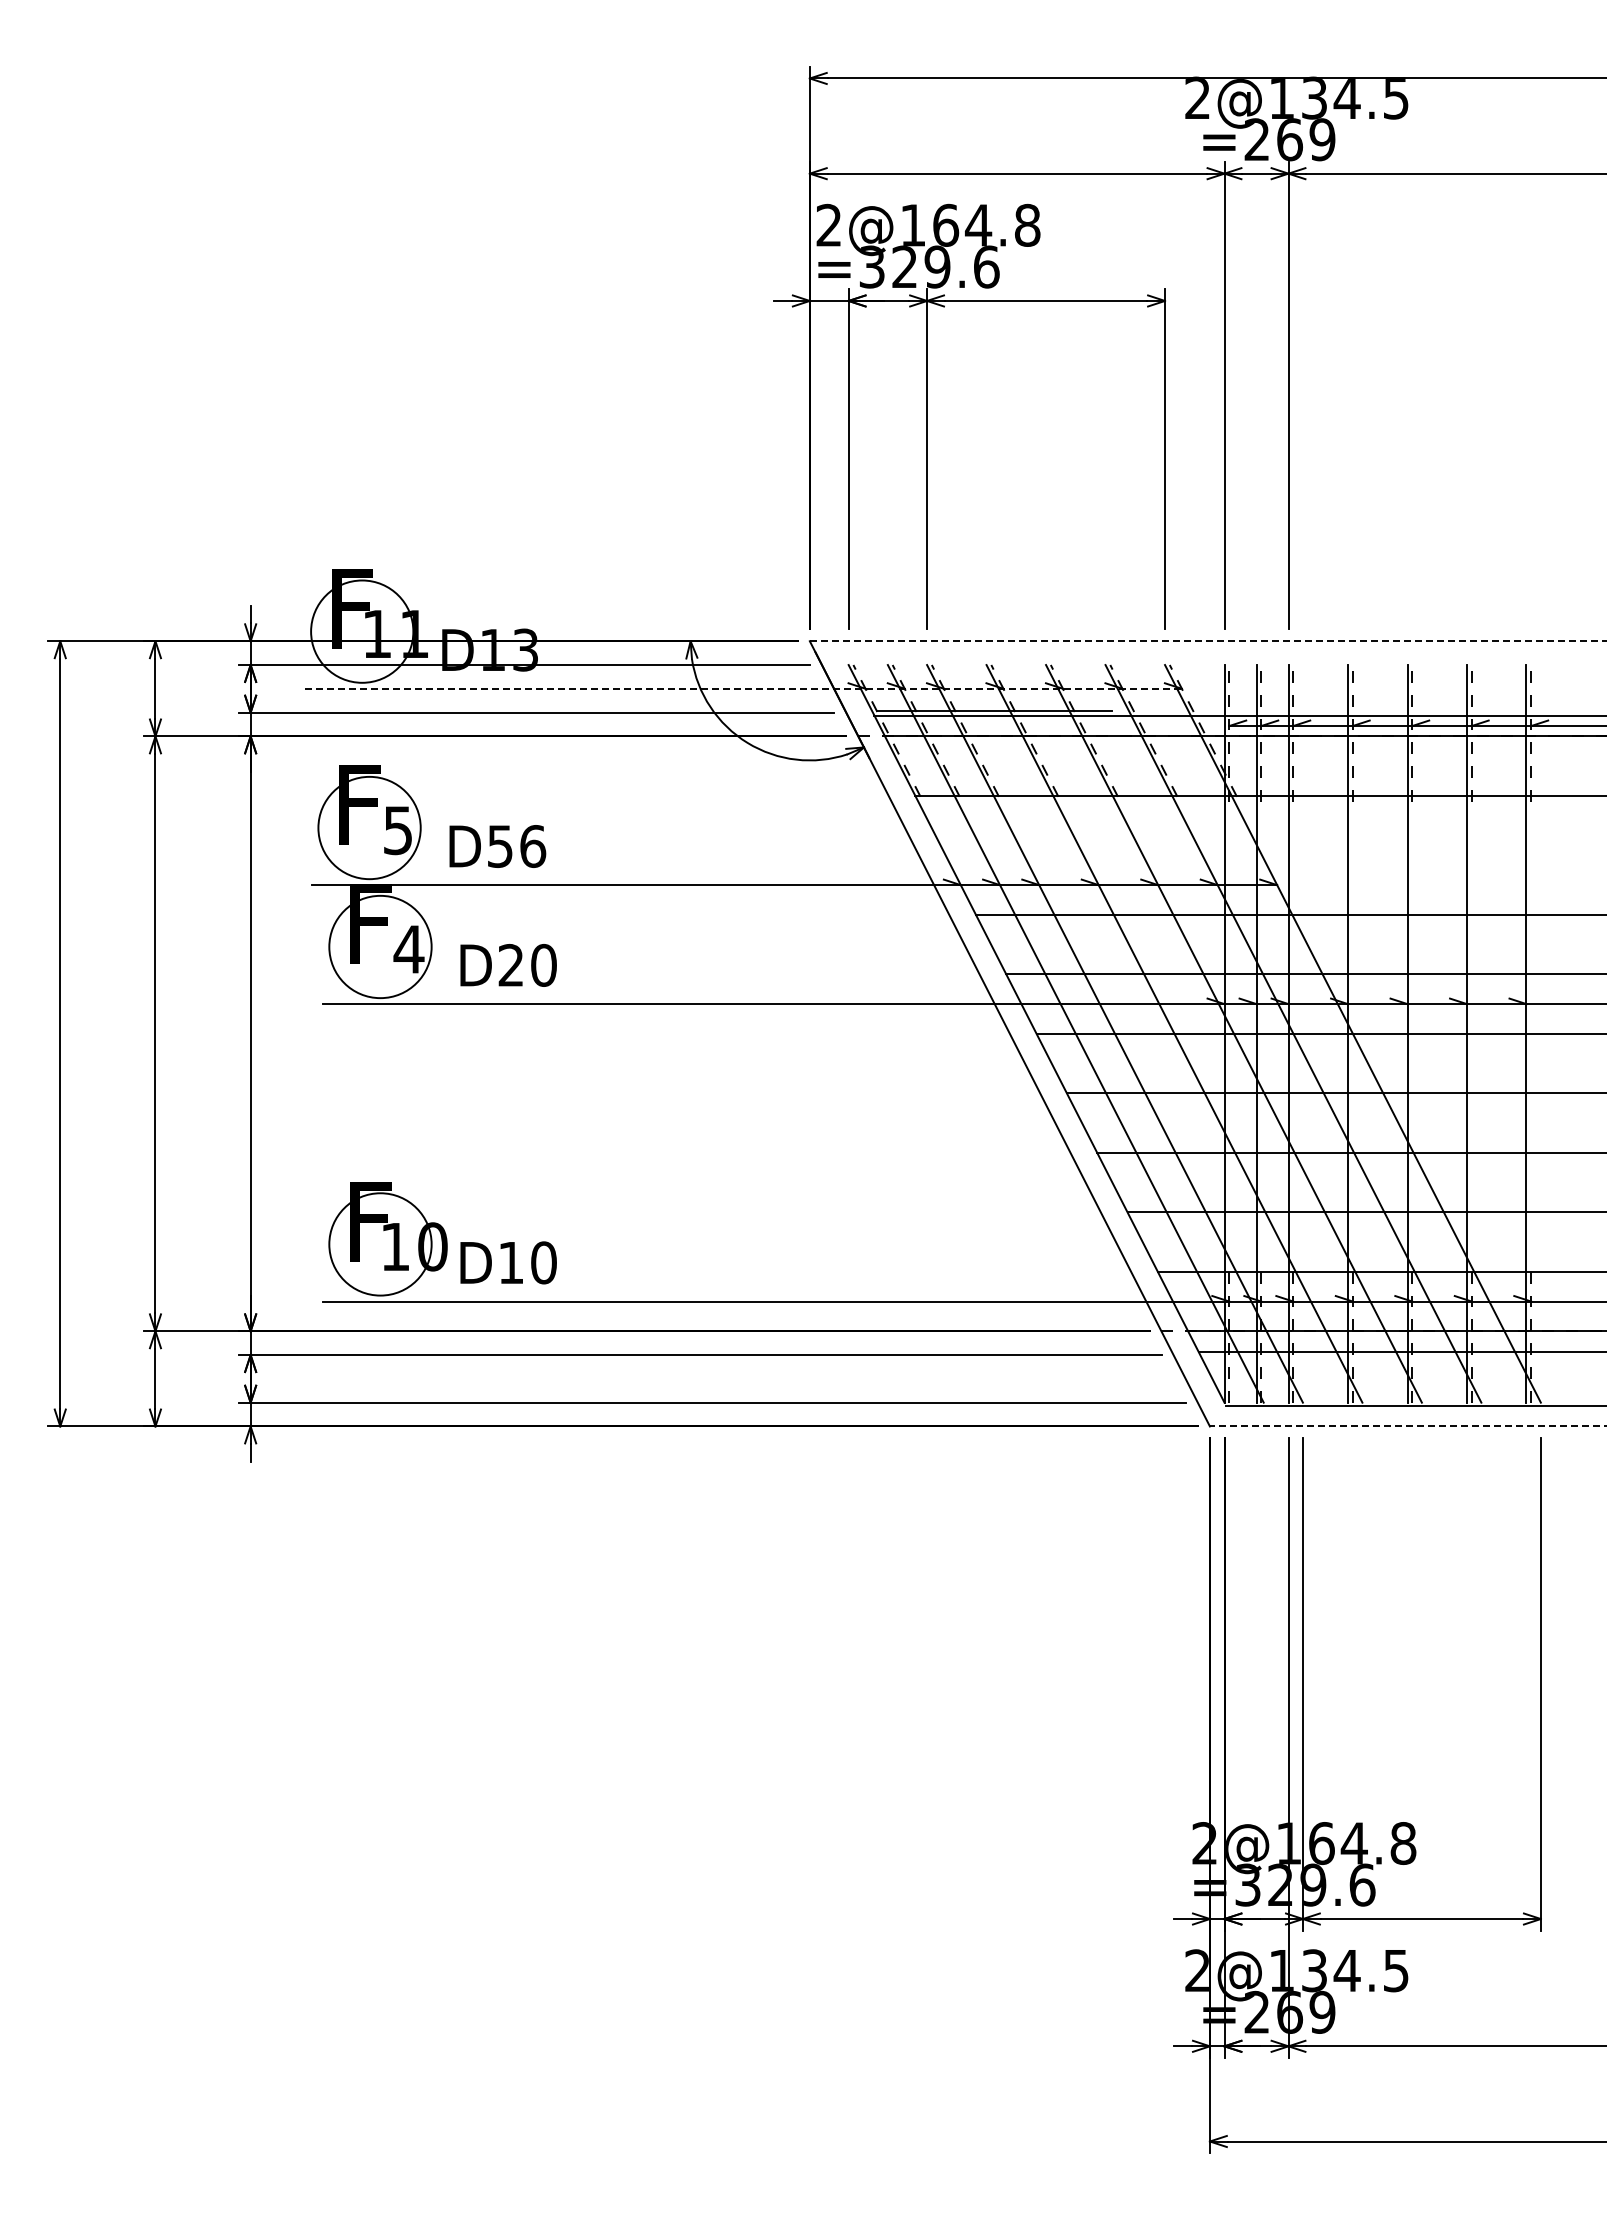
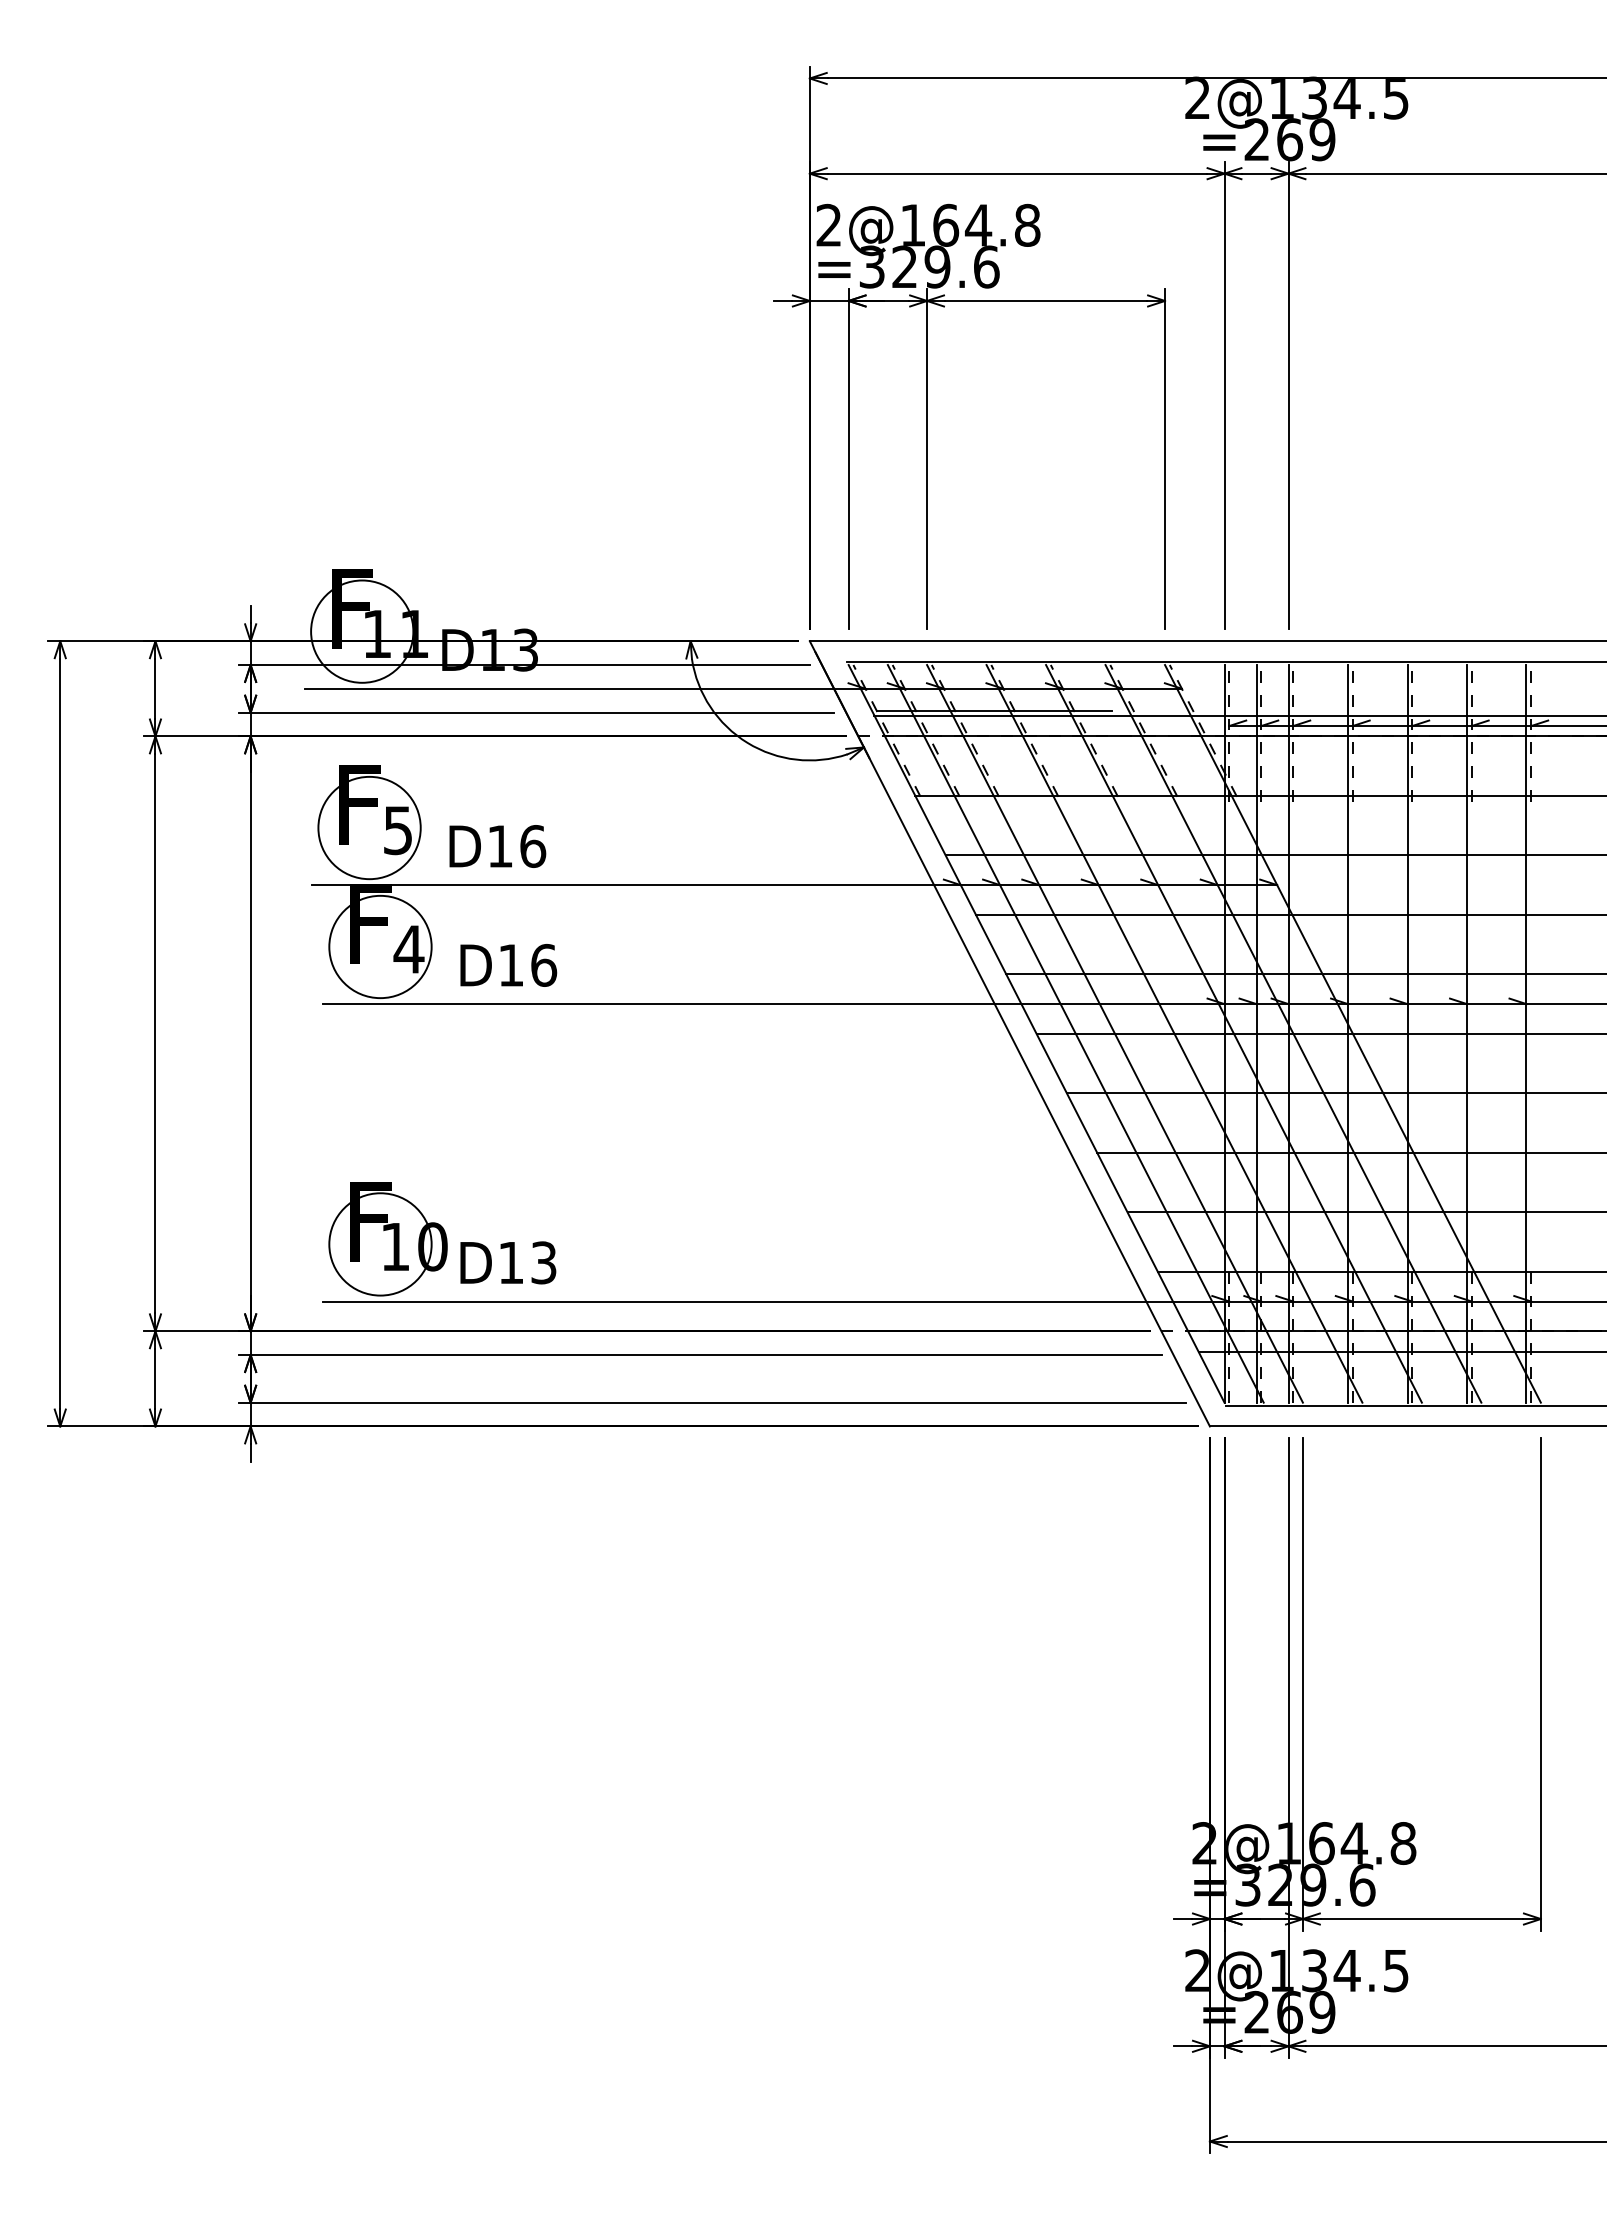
line at (1208, 641): dashed -> solid
line at (1225, 661): none -> present
line at (744, 688): dashed -> solid
text at (500, 846): D56 -> D16
line at (1274, 855): none -> present
text at (527, 964): D20 -> D16
text at (543, 1262): D10 -> D13
line at (1407, 1426): dashed -> solid
